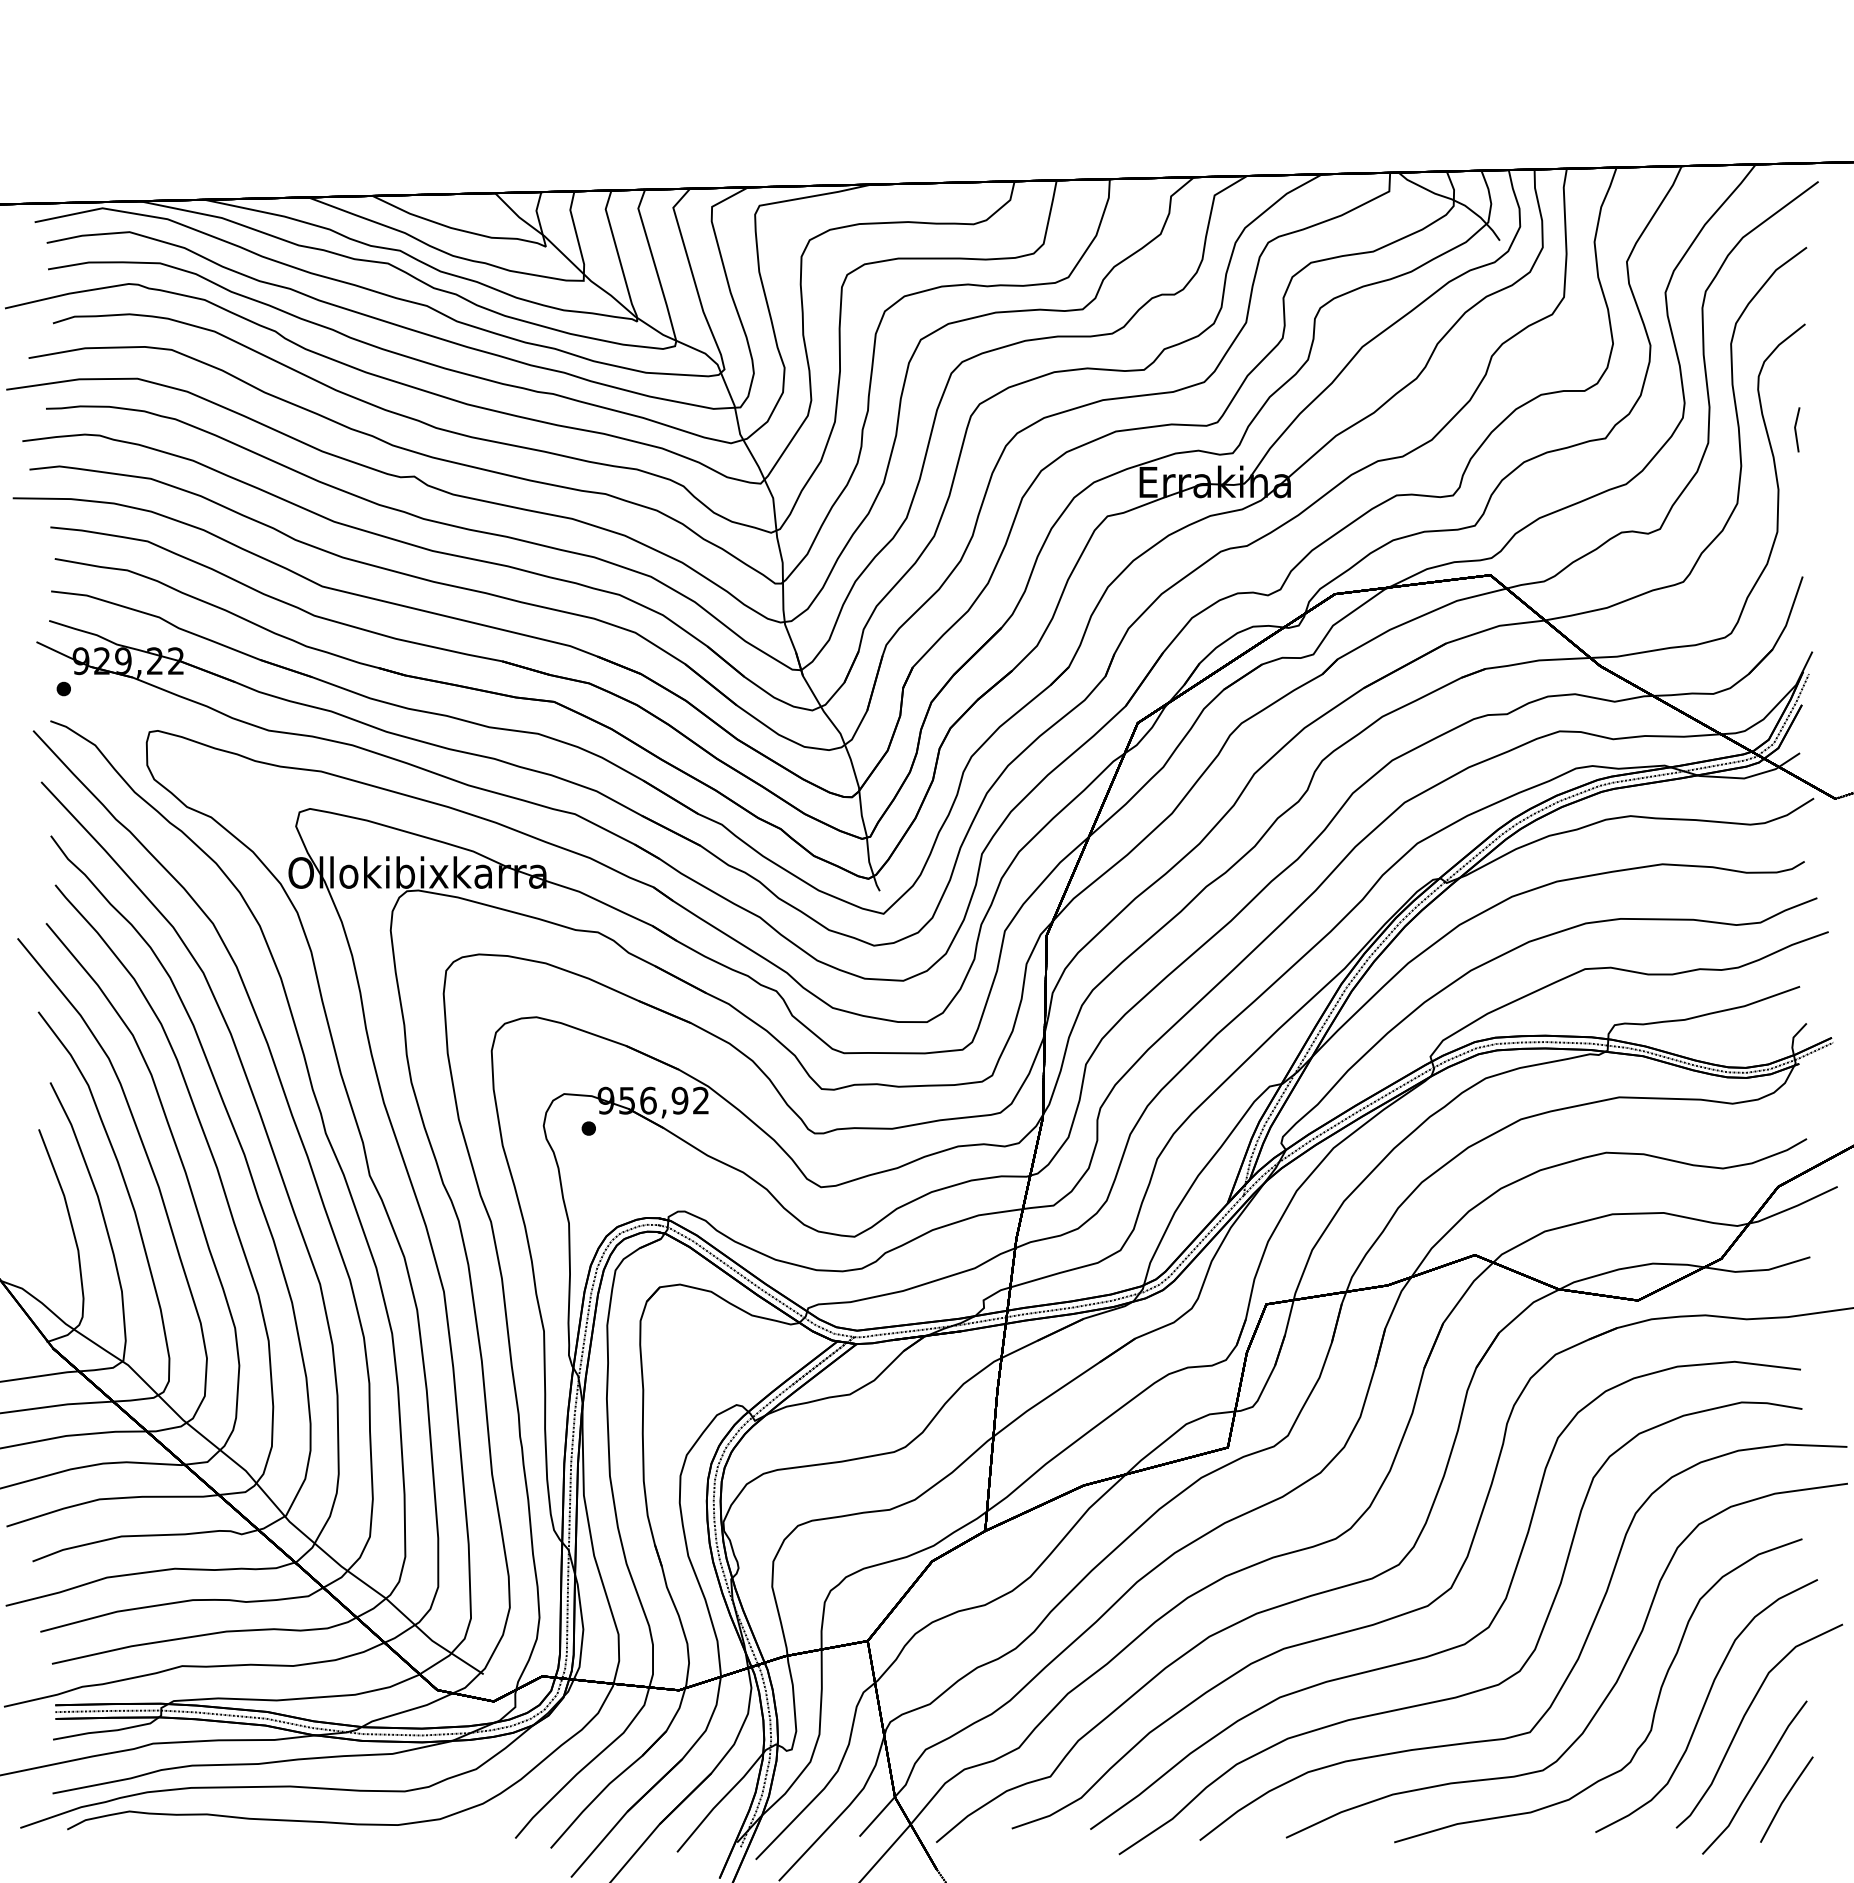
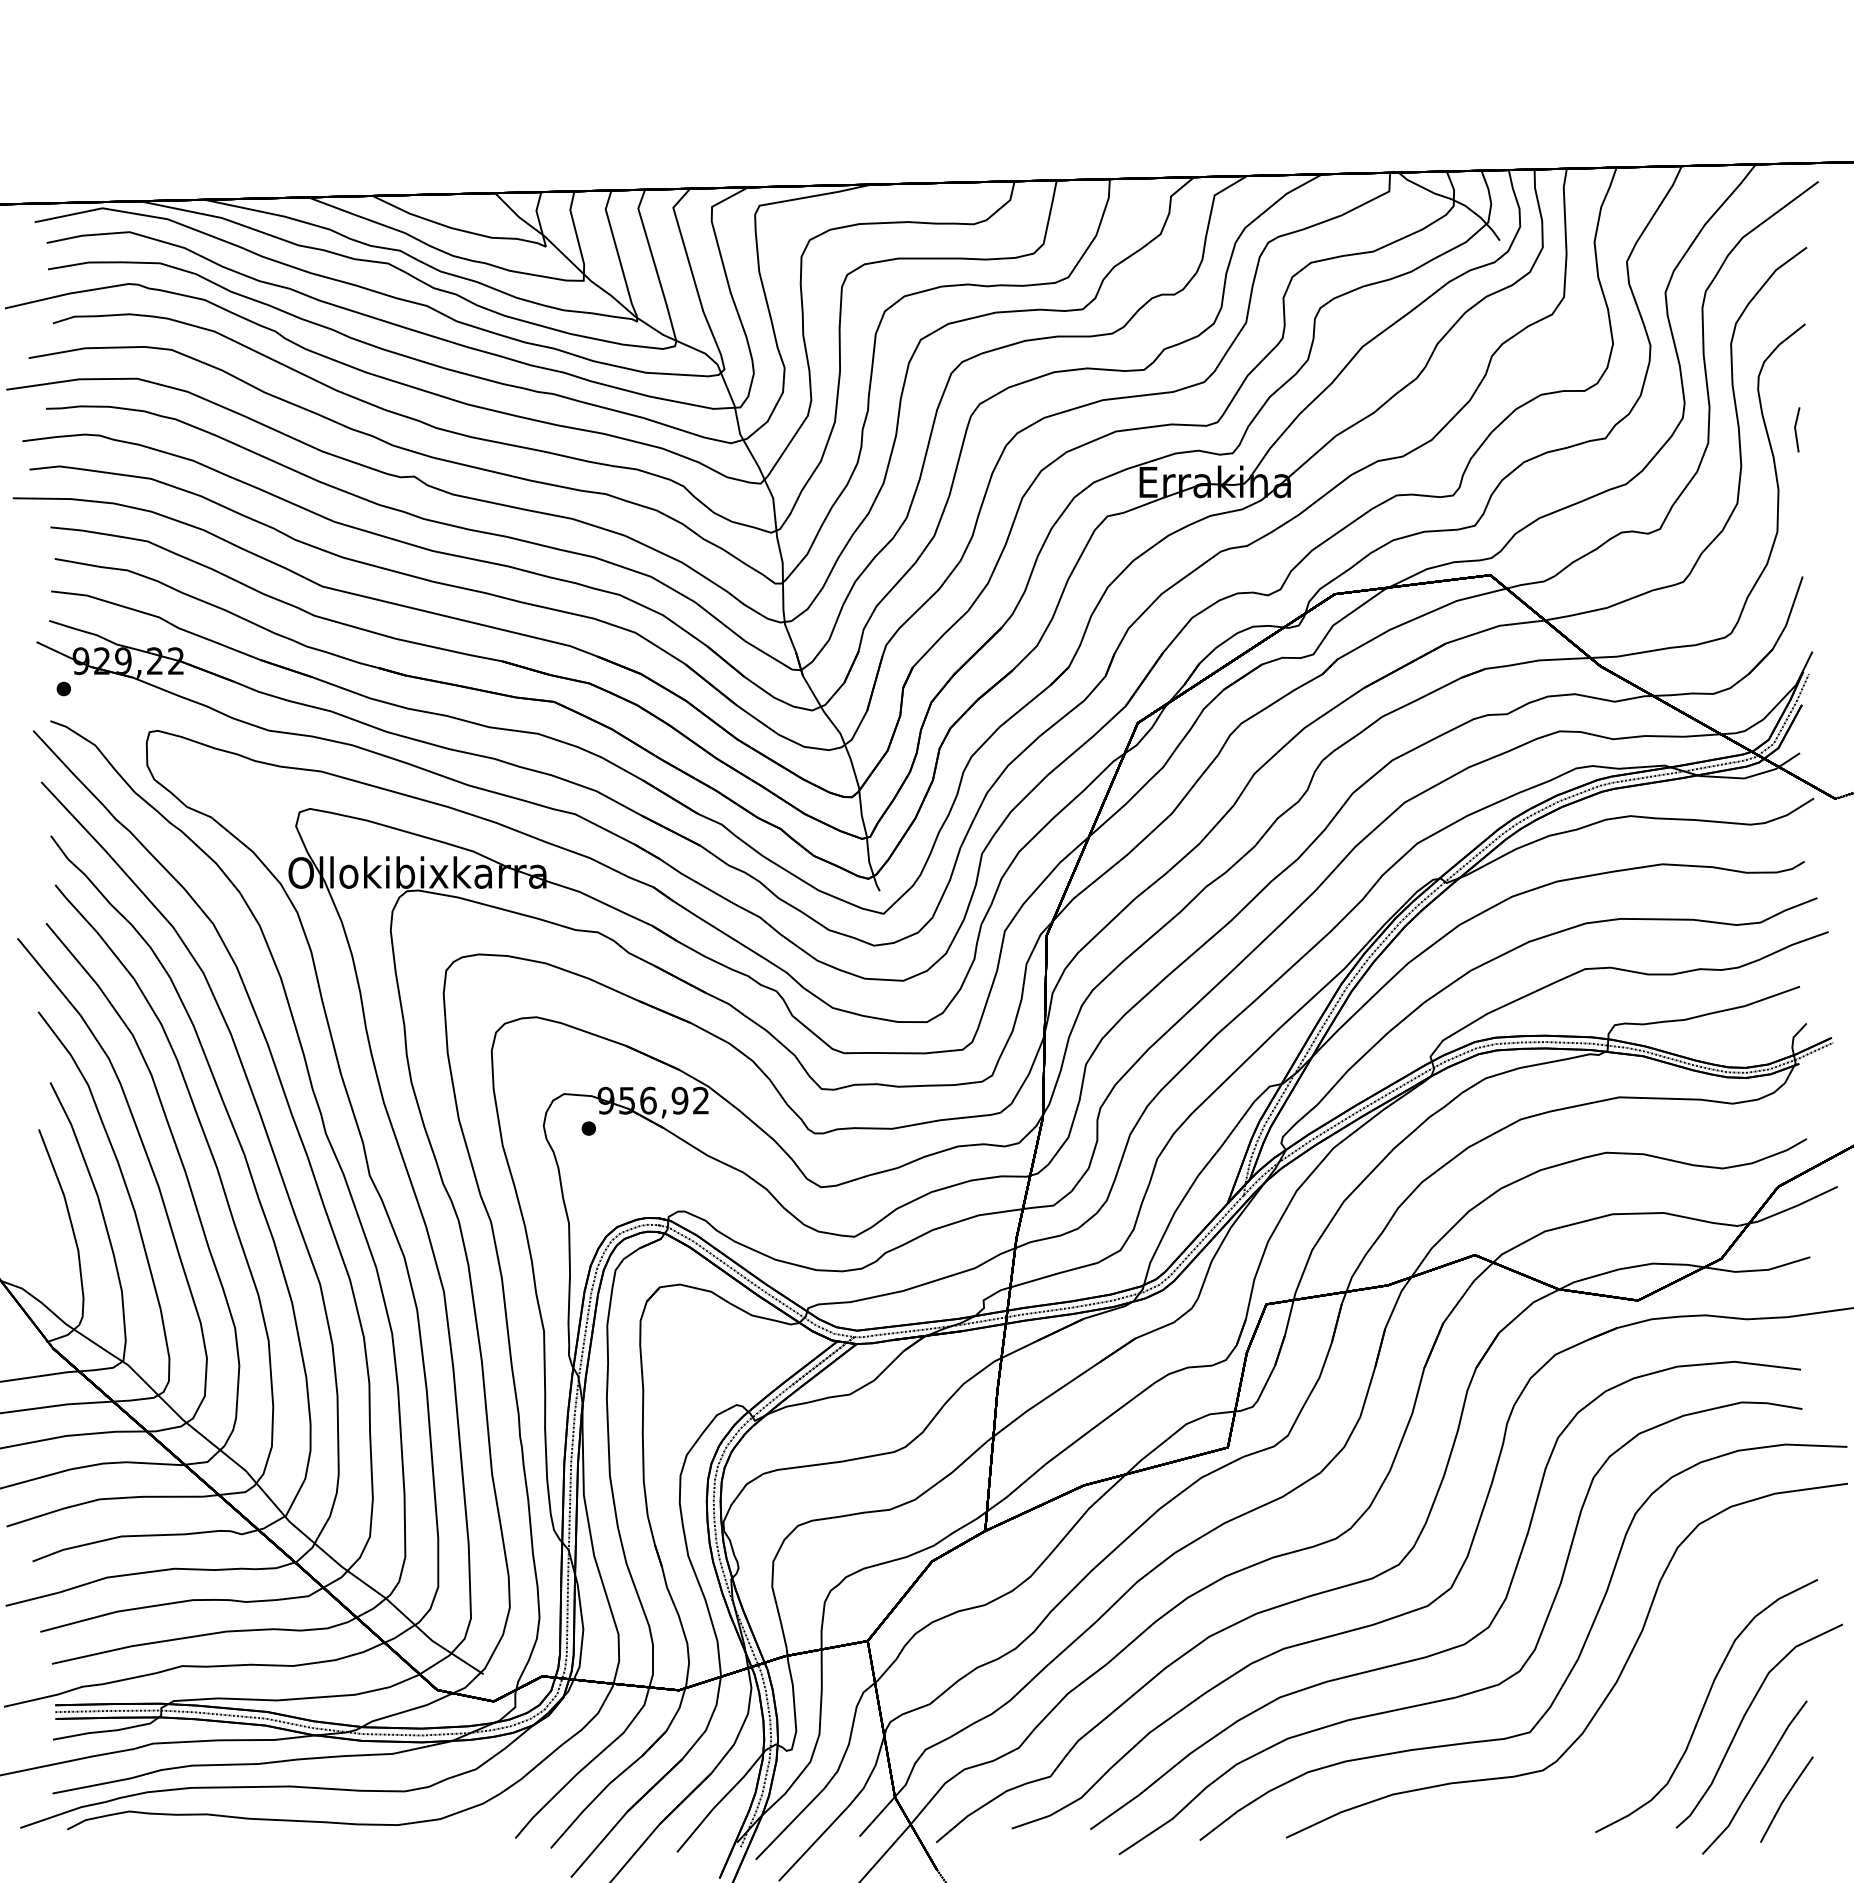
part at (1655, 1704): present -> none
